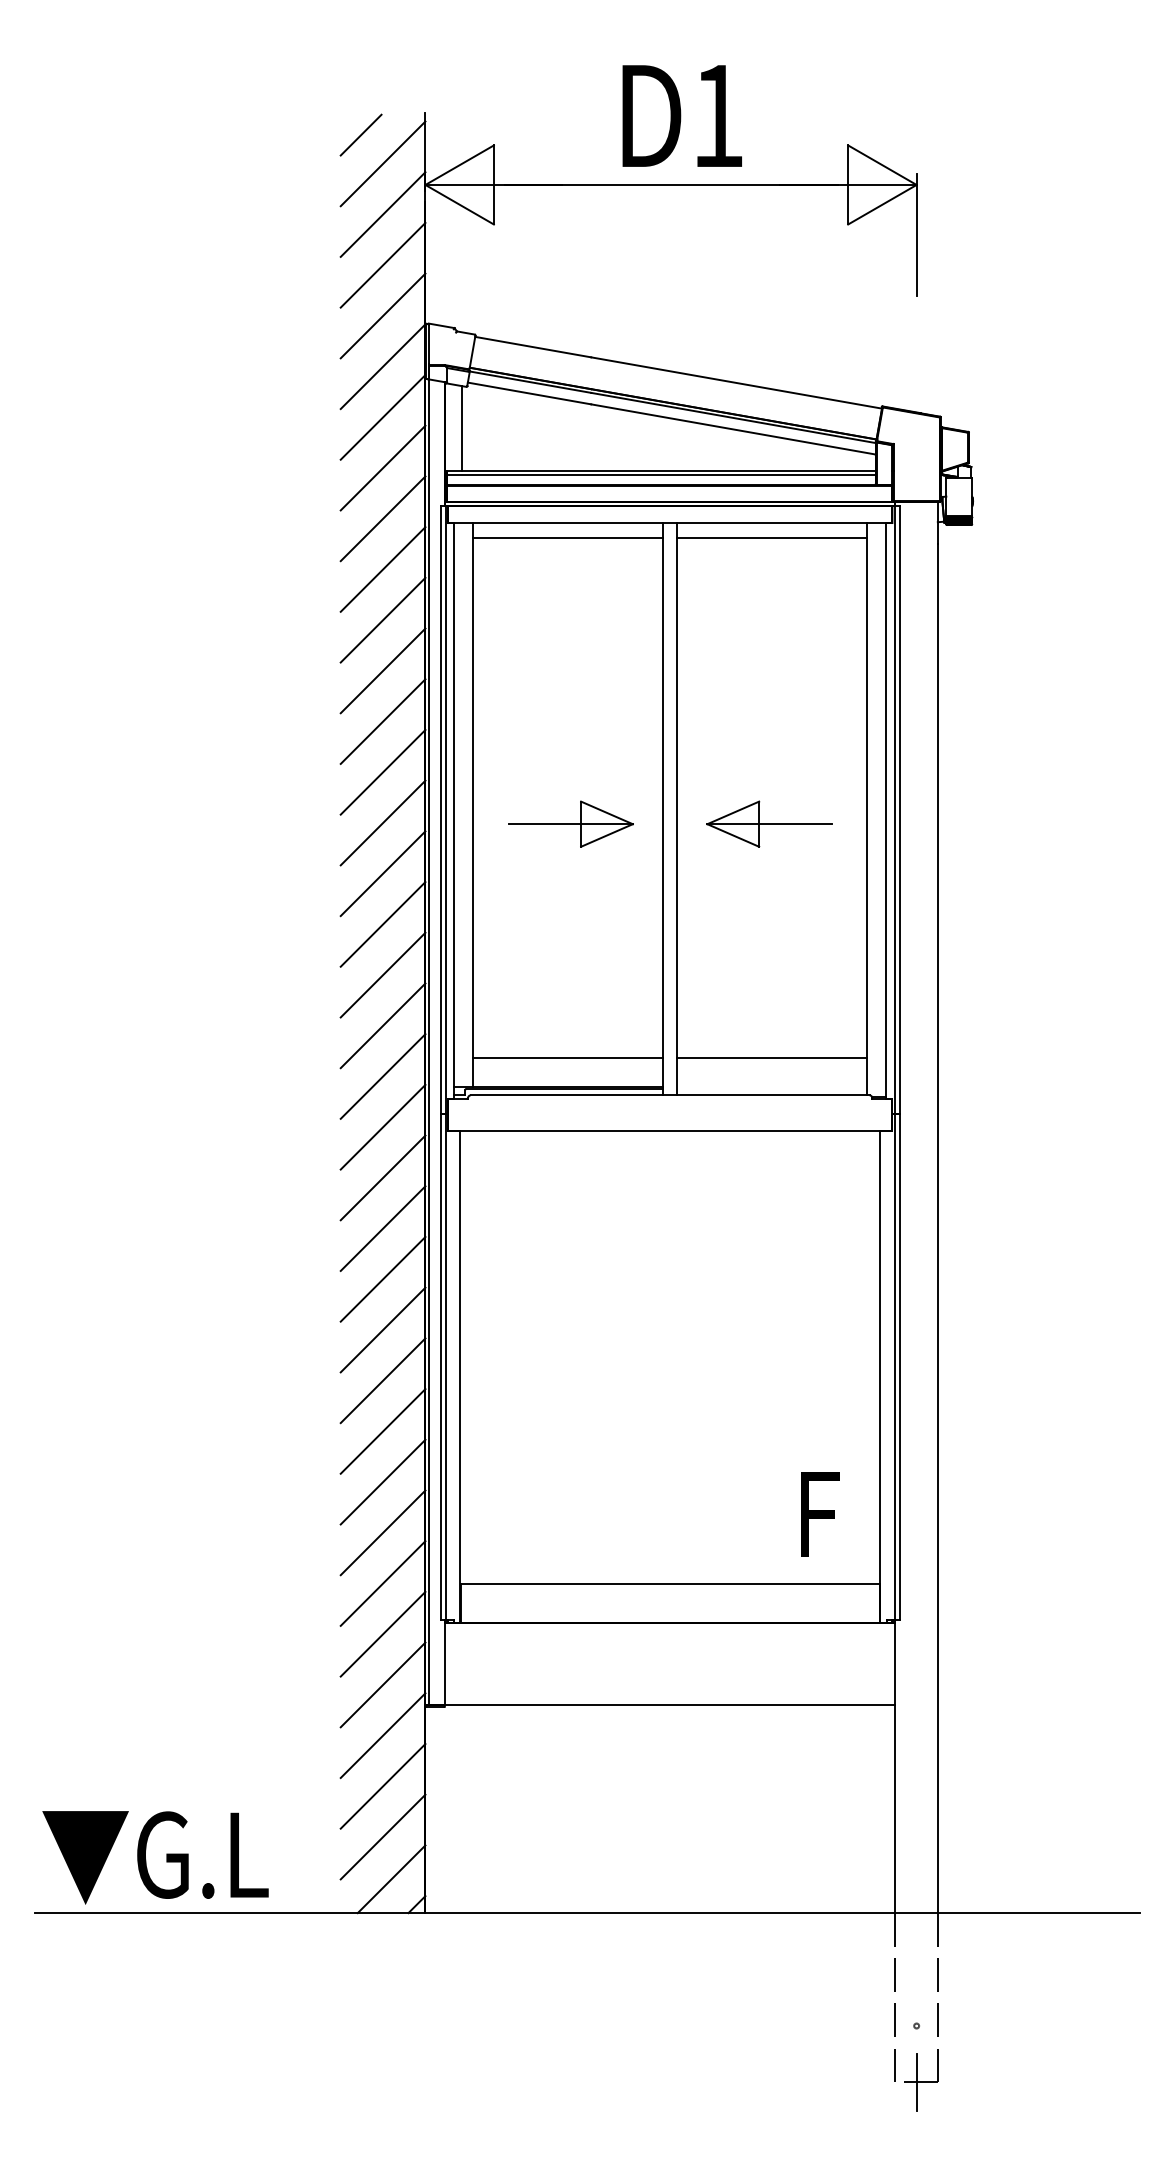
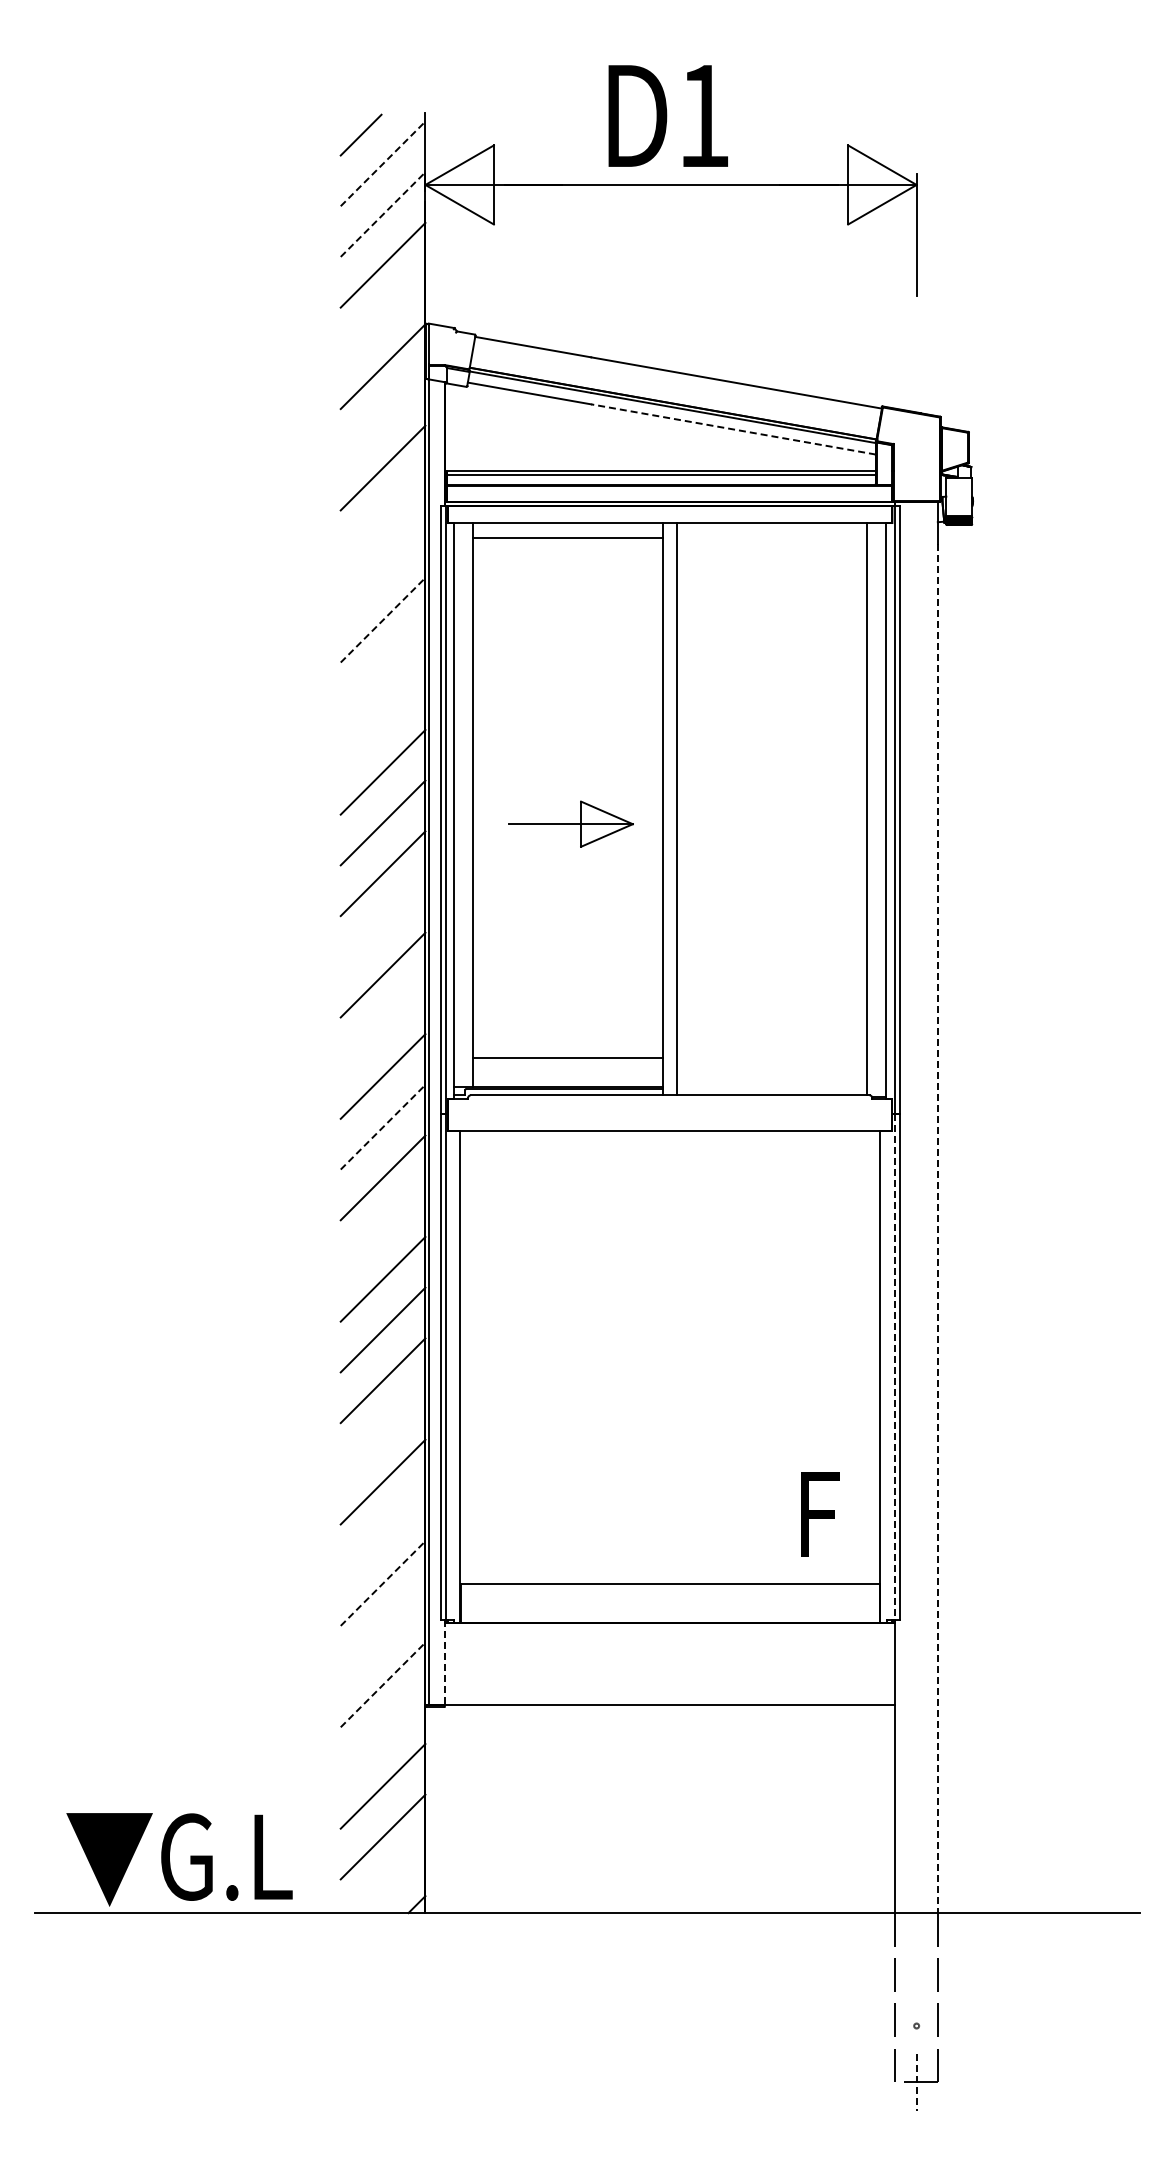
text at (681, 115) position: (681, 115) -> (667, 115)
line at (383, 163): solid -> dashed
line at (383, 214): solid -> dashed
line at (382, 315): present -> none
line at (382, 417): present -> none
line at (461, 428): present -> none
line at (733, 429): solid -> dashed
line at (382, 518): present -> none
line at (771, 538): present -> none
line at (382, 569): present -> none
line at (383, 620): solid -> dashed
line at (382, 670): present -> none
line at (382, 721): present -> none
part at (769, 823): present -> none
line at (382, 924): present -> none
line at (382, 1025): present -> none
line at (771, 1057): present -> none
line at (383, 1127): solid -> dashed
line at (382, 1228): present -> none
line at (937, 1228): solid -> dashed
line at (894, 1367): solid -> dashed
line at (382, 1431): present -> none
line at (382, 1532): present -> none
line at (383, 1583): solid -> dashed
line at (382, 1633): present -> none
line at (444, 1662): solid -> dashed
line at (383, 1684): solid -> dashed
line at (382, 1735): present -> none
text at (155, 1857) position: (155, 1857) -> (179, 1859)
line at (391, 1879): present -> none
line at (916, 2082): solid -> dashed
